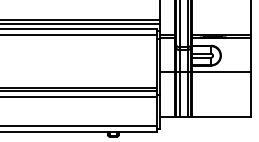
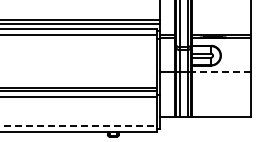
line at (220, 71): solid -> dashed
line at (78, 126): solid -> dashed
